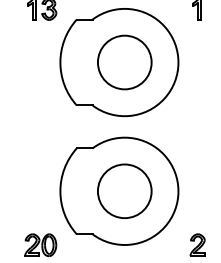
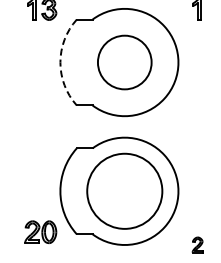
arc at (60, 62): solid -> dashed
circle at (124, 191) diameter: 54 px -> 75 px
part at (40, 244) position: (40, 244) -> (40, 231)
part at (197, 244) size: 17x24 px -> 13x18 px
